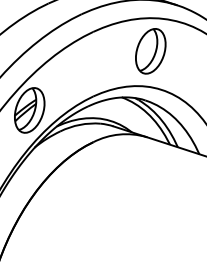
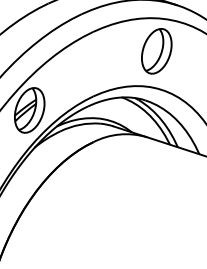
part at (150, 51) position: (150, 51) -> (156, 51)
